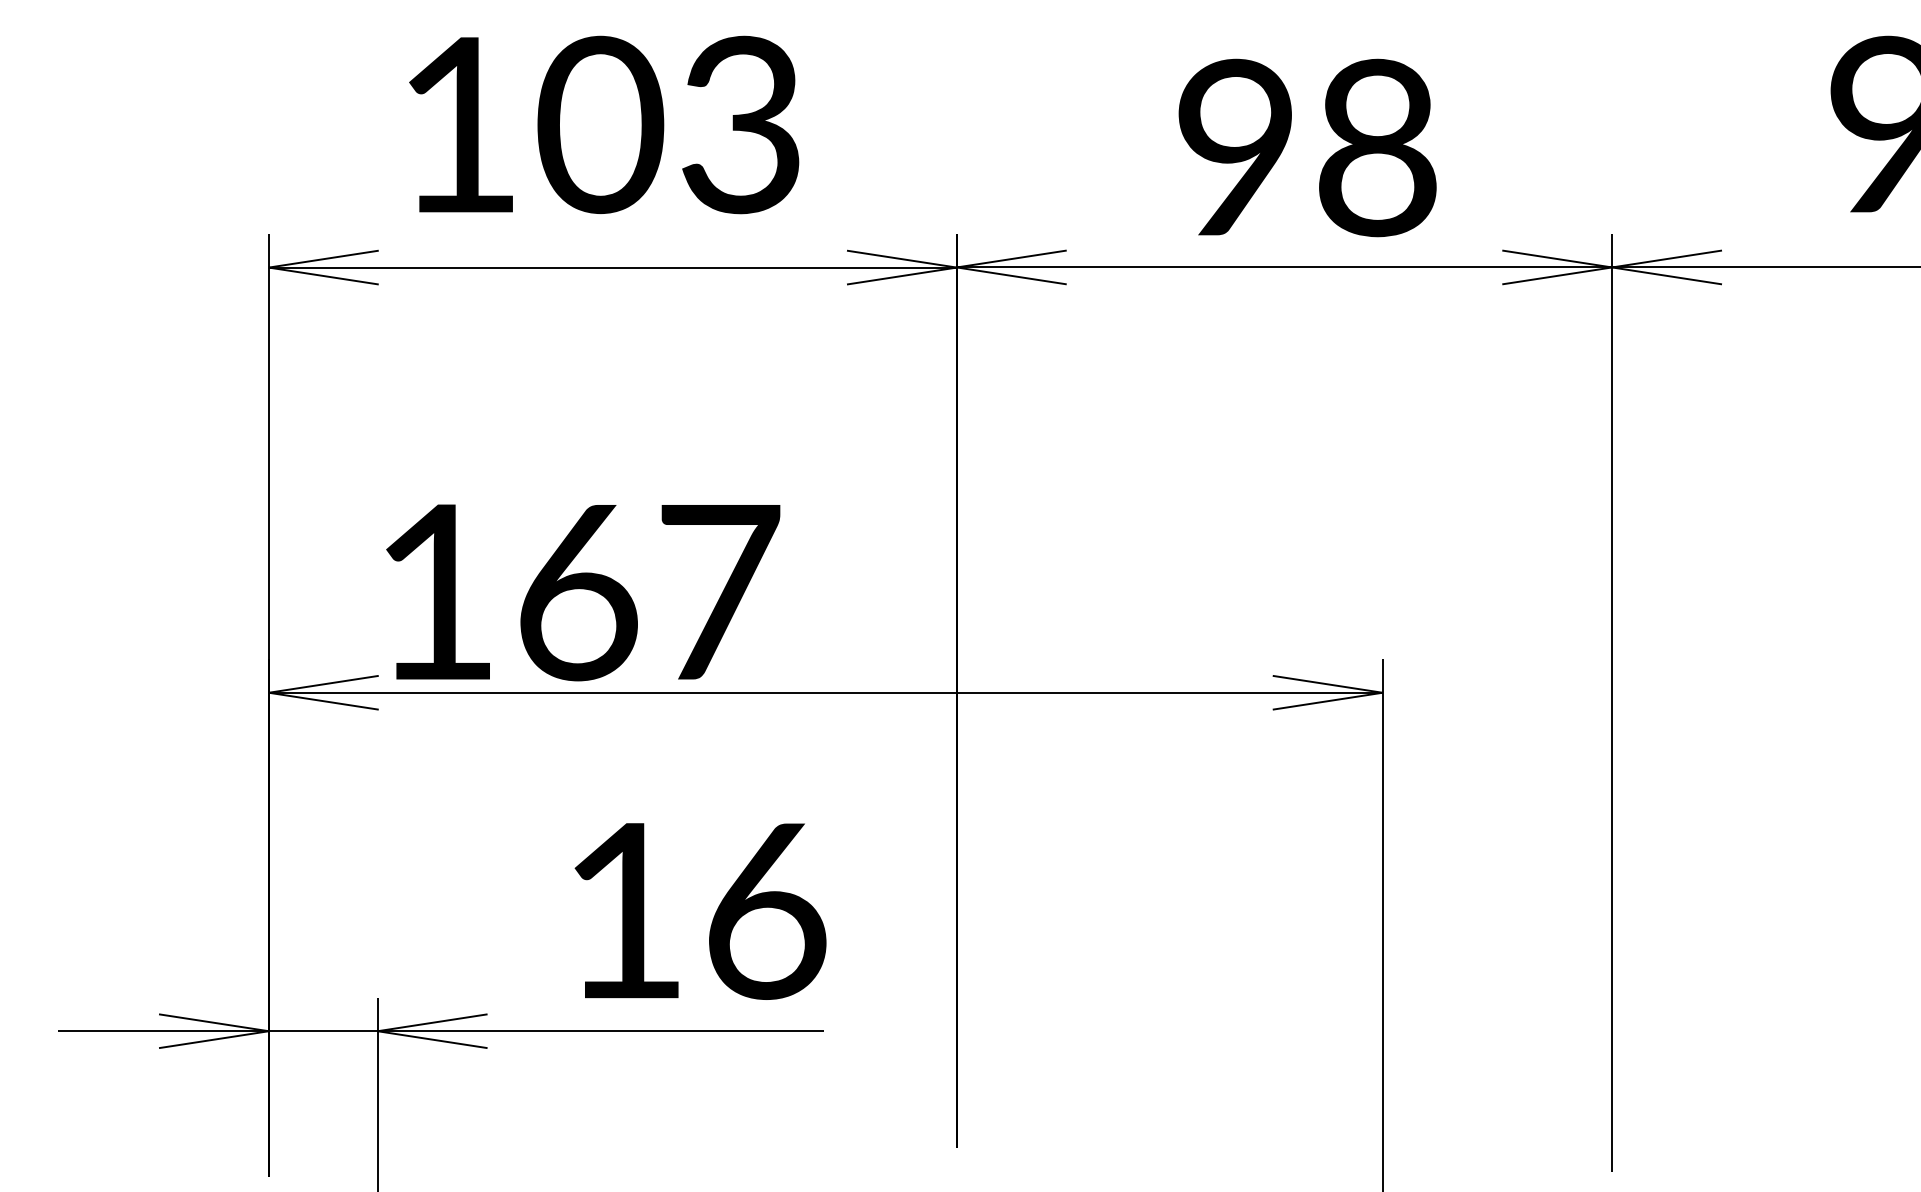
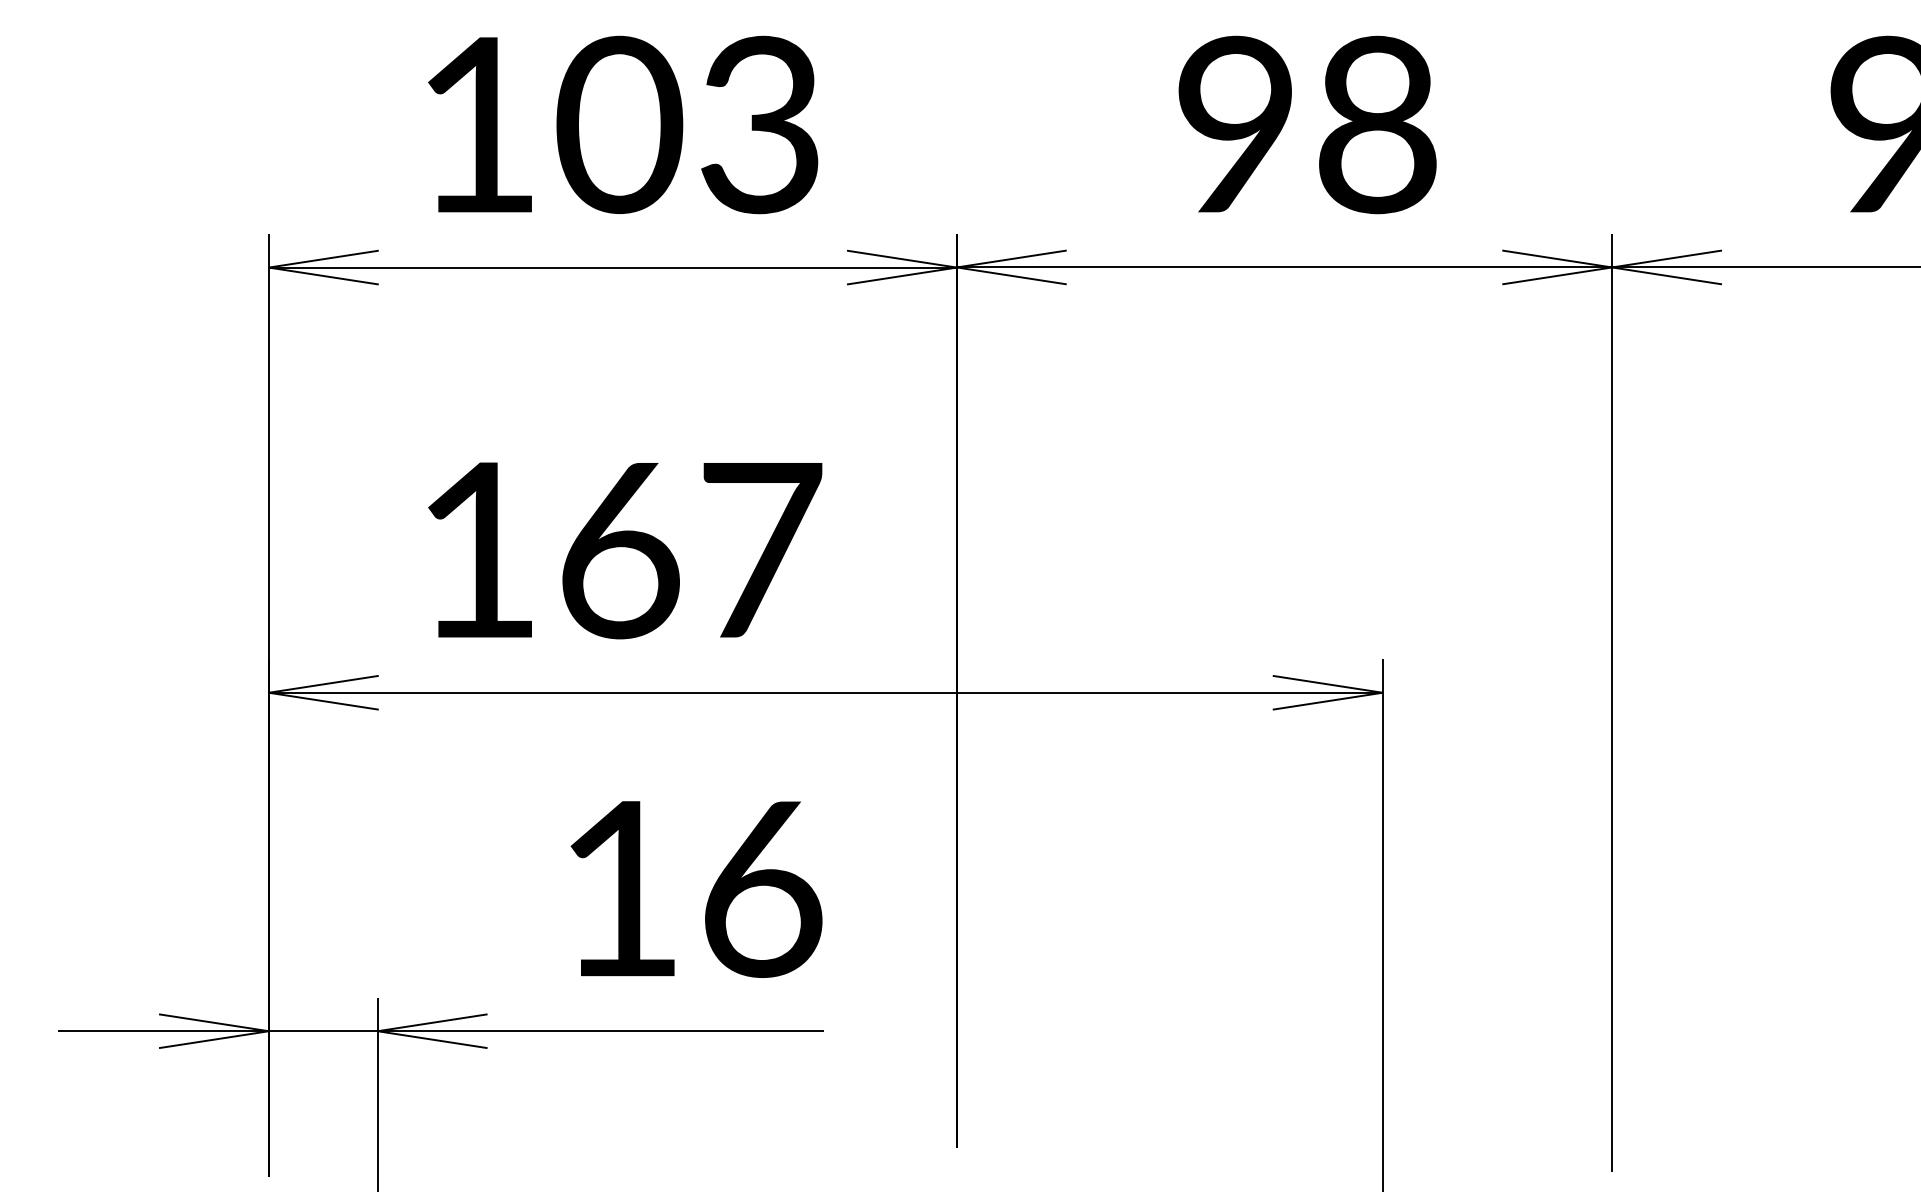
text at (604, 124) position: (604, 124) -> (623, 124)
text at (1307, 147) position: (1307, 147) -> (1307, 124)
text at (583, 592) position: (583, 592) -> (625, 550)
text at (700, 911) position: (700, 911) -> (696, 889)
